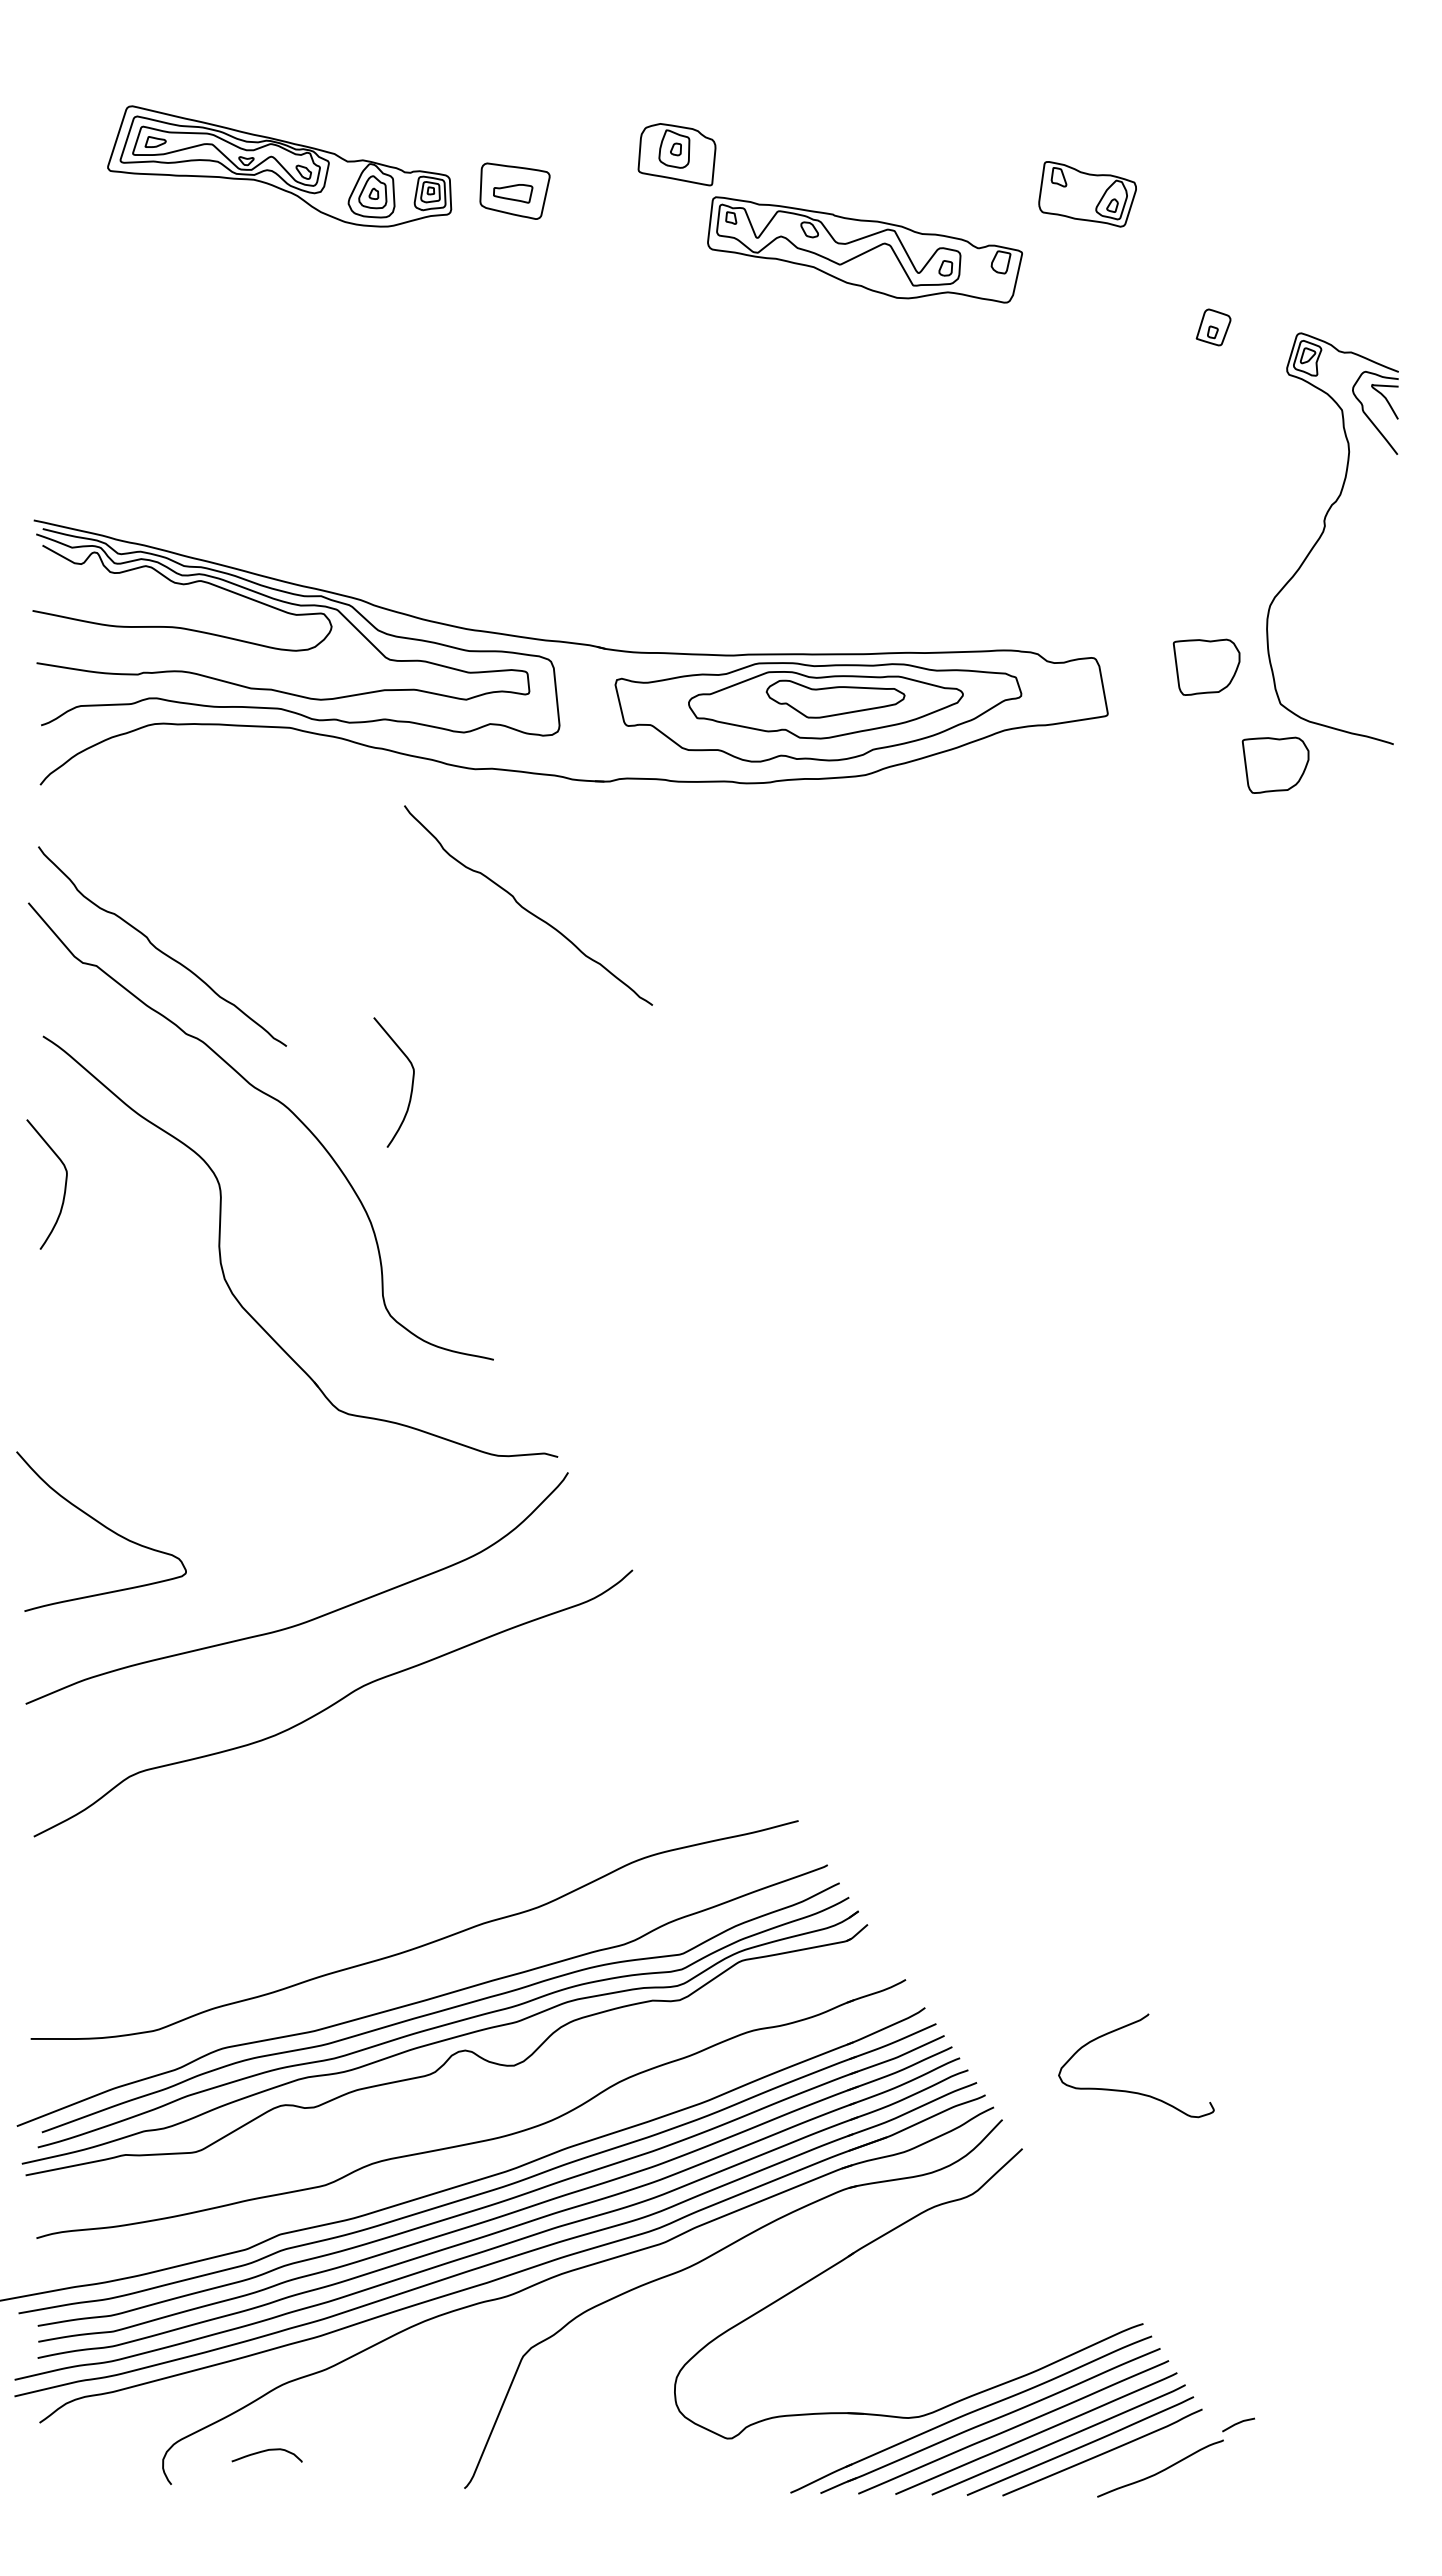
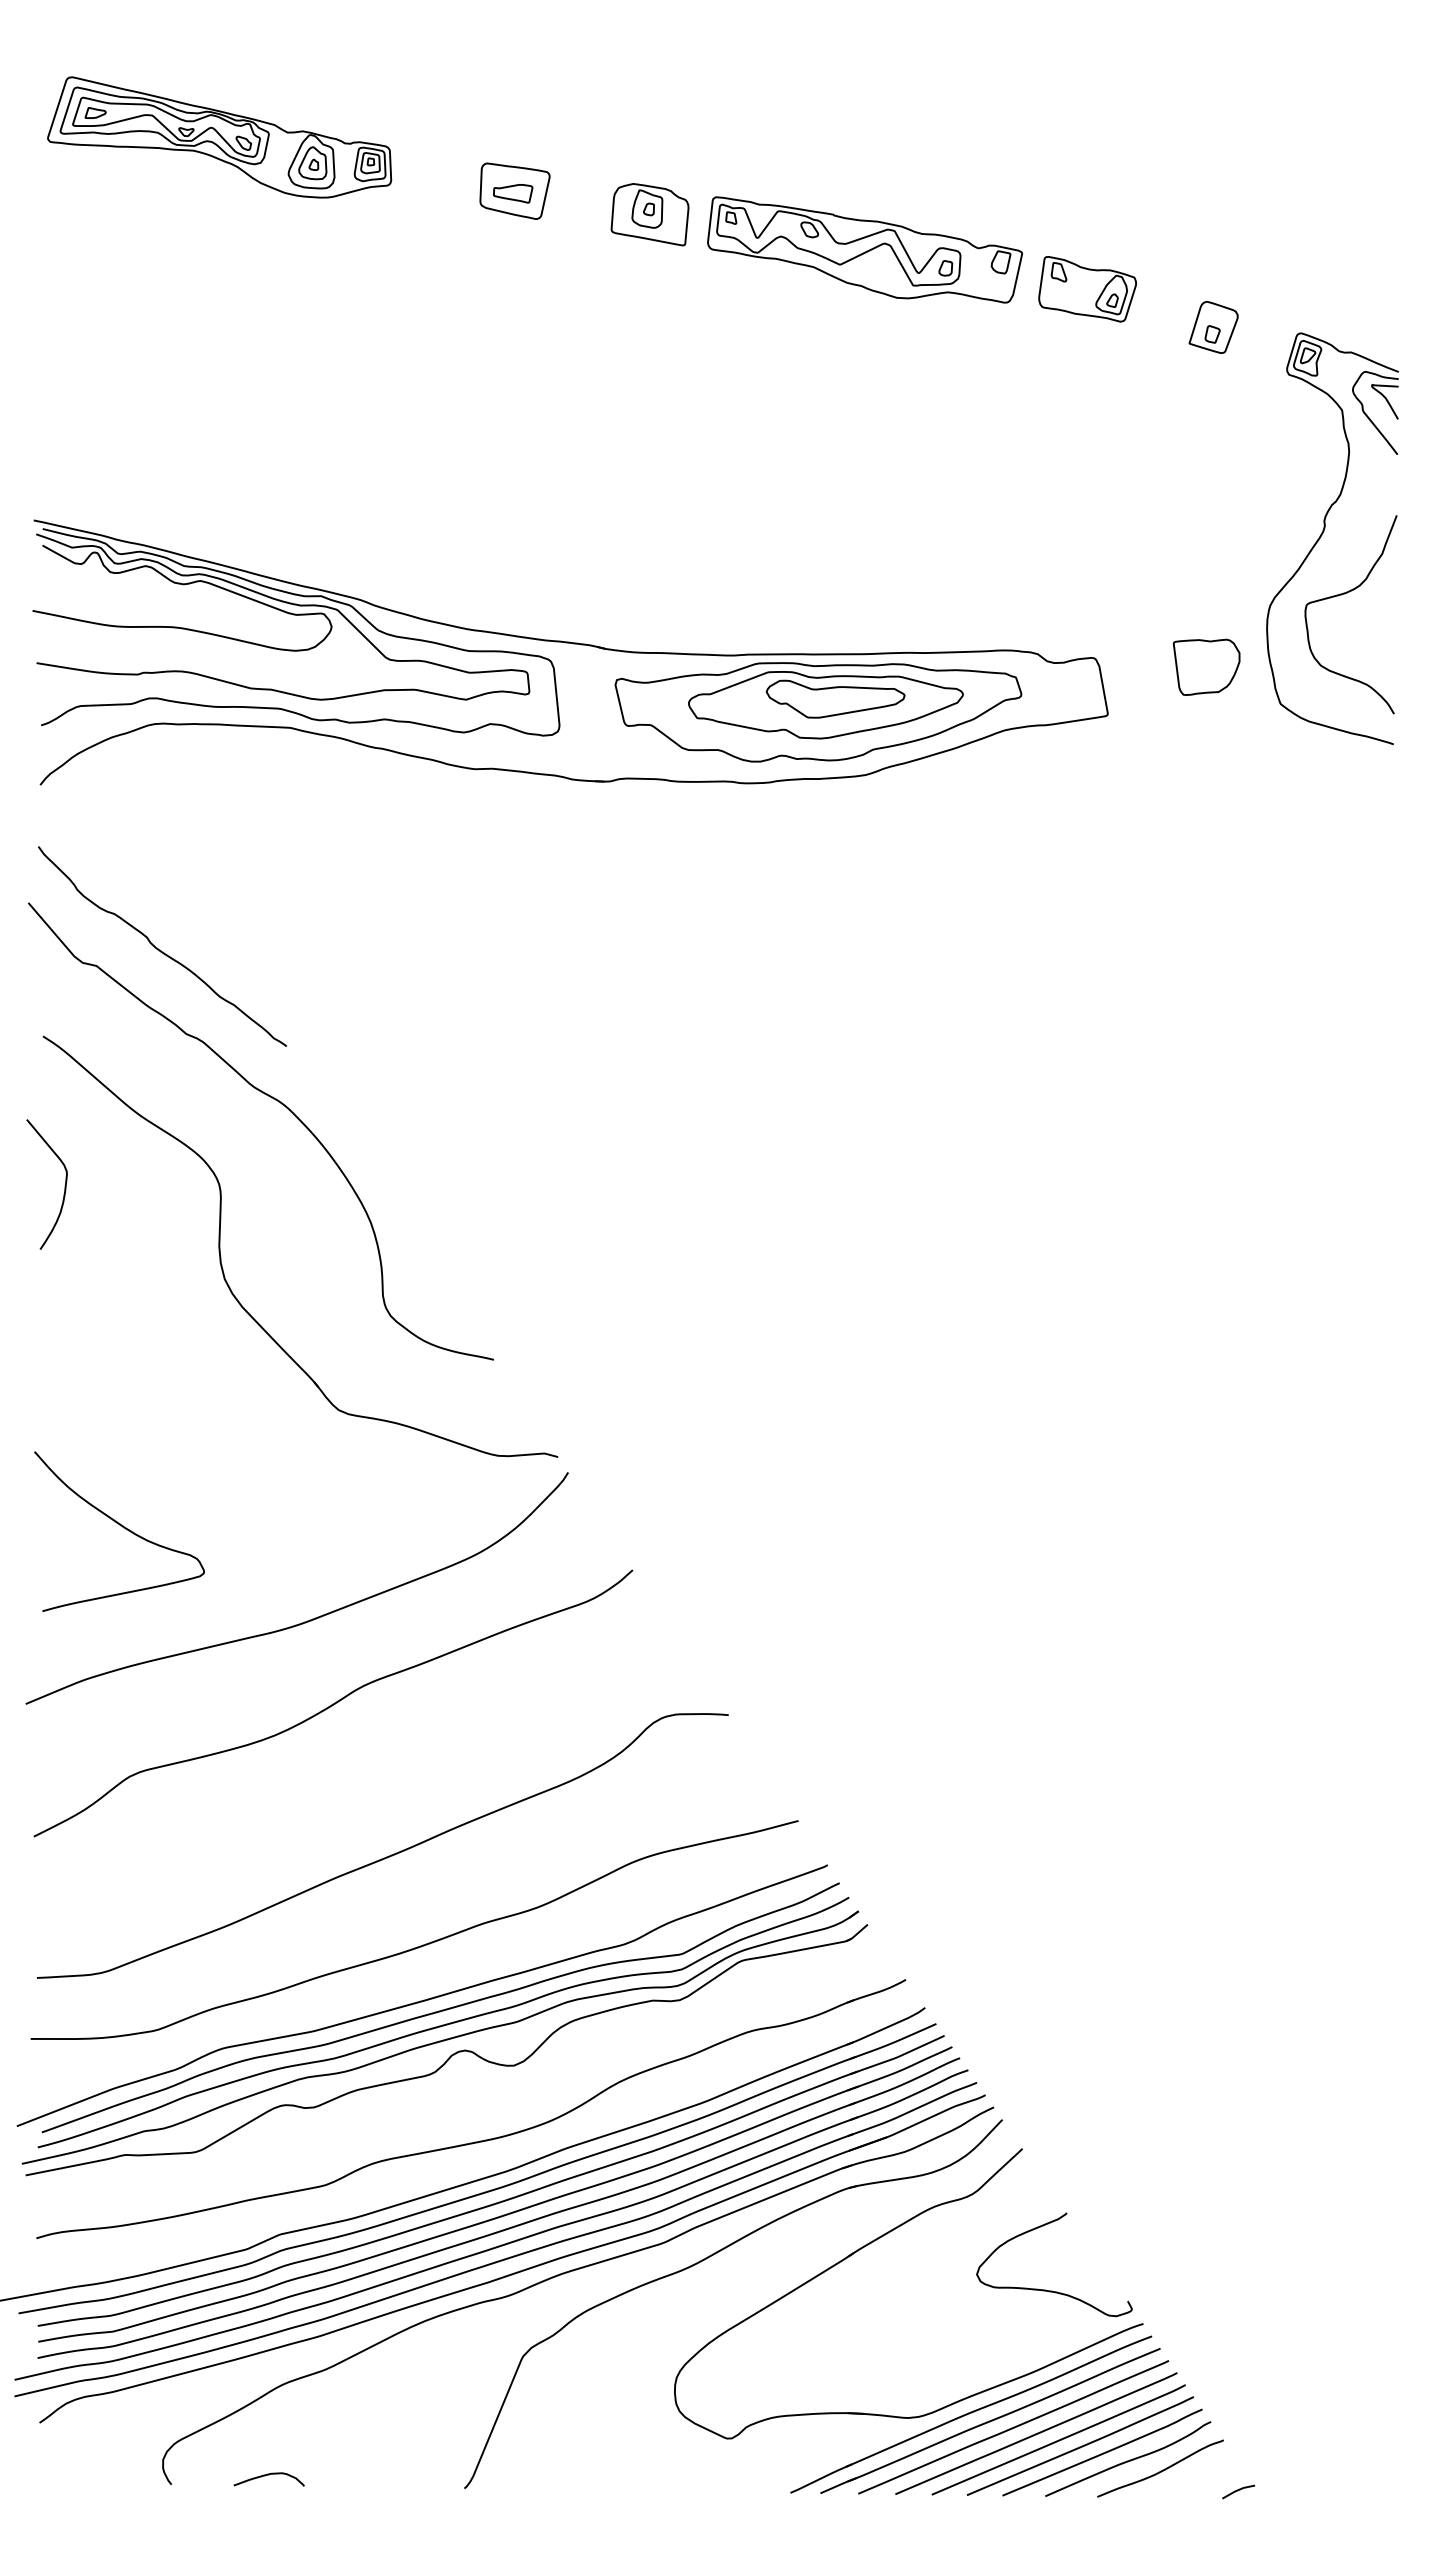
part at (676, 154) position: (676, 154) -> (649, 214)
part at (279, 166) position: (279, 166) -> (219, 137)
part at (1087, 194) position: (1087, 194) -> (1087, 289)
part at (1213, 327) size: 37x39 px -> 51x53 px
curve at (1345, 594): none -> present
part at (1275, 764): present -> none
curve at (527, 909): present -> none
curve at (411, 1083): present -> none
curve at (104, 1527) position: (104, 1527) -> (122, 1527)
curve at (388, 1855): none -> present
curve at (1134, 2091) position: (1134, 2091) -> (1052, 2290)
curve at (1238, 2424) position: (1238, 2424) -> (1238, 2491)
curve at (266, 2451) position: (266, 2451) -> (268, 2475)
curve at (1129, 2459): none -> present
